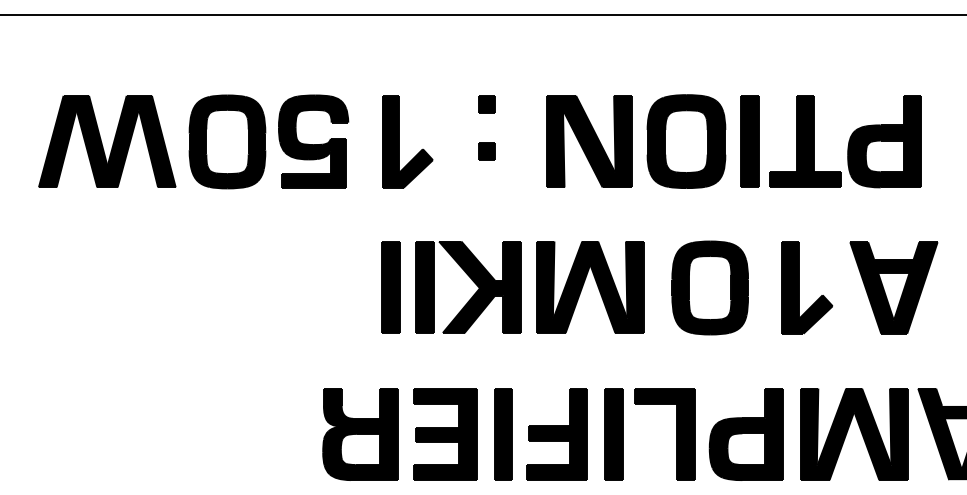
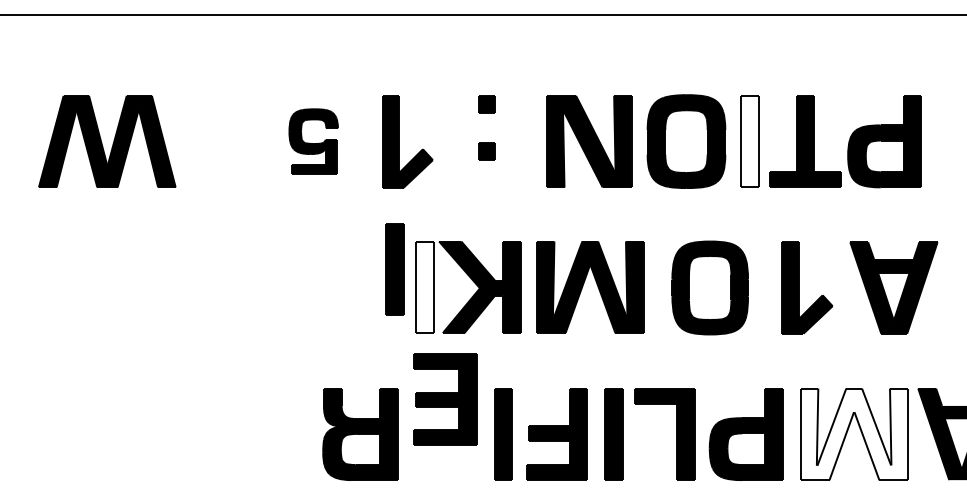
part at (227, 141): present -> none
part at (313, 141) size: 72x95 px -> 51x67 px
fill at (749, 141): present -> none
part at (390, 287) position: (390, 287) -> (394, 269)
fill at (424, 287): present -> none
part at (445, 434) position: (445, 434) -> (445, 399)
fill at (853, 434): present -> none
